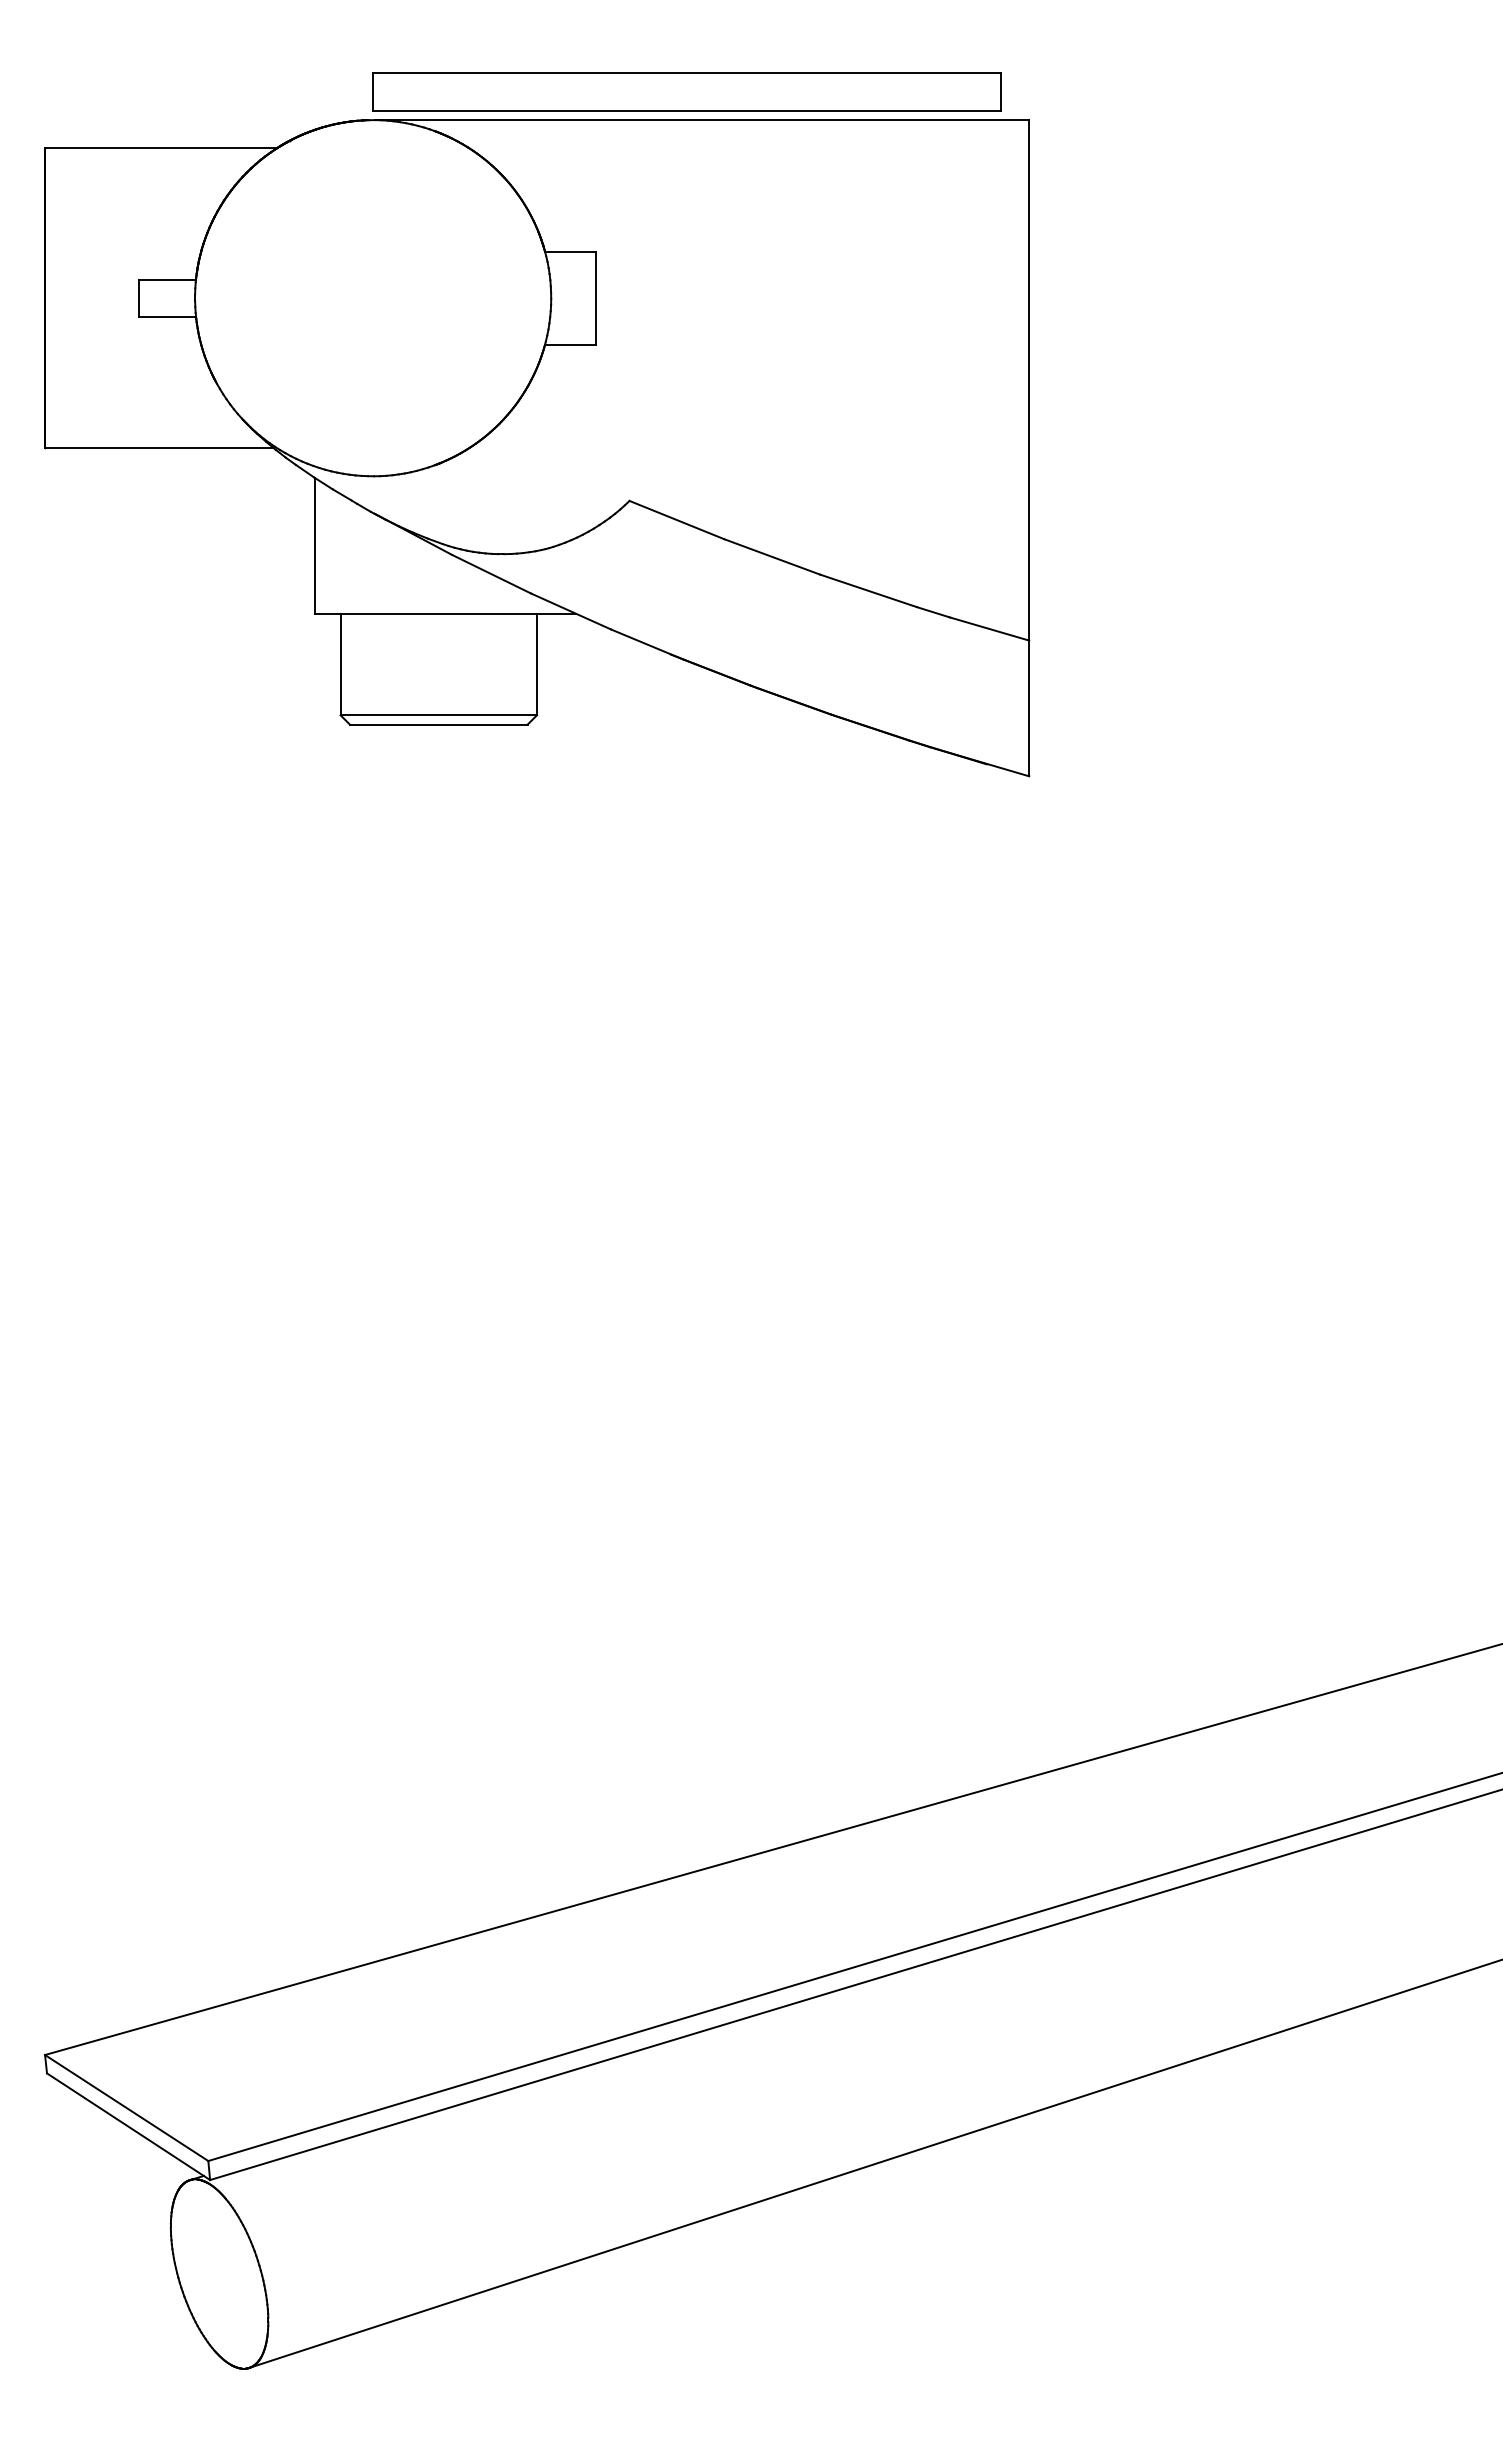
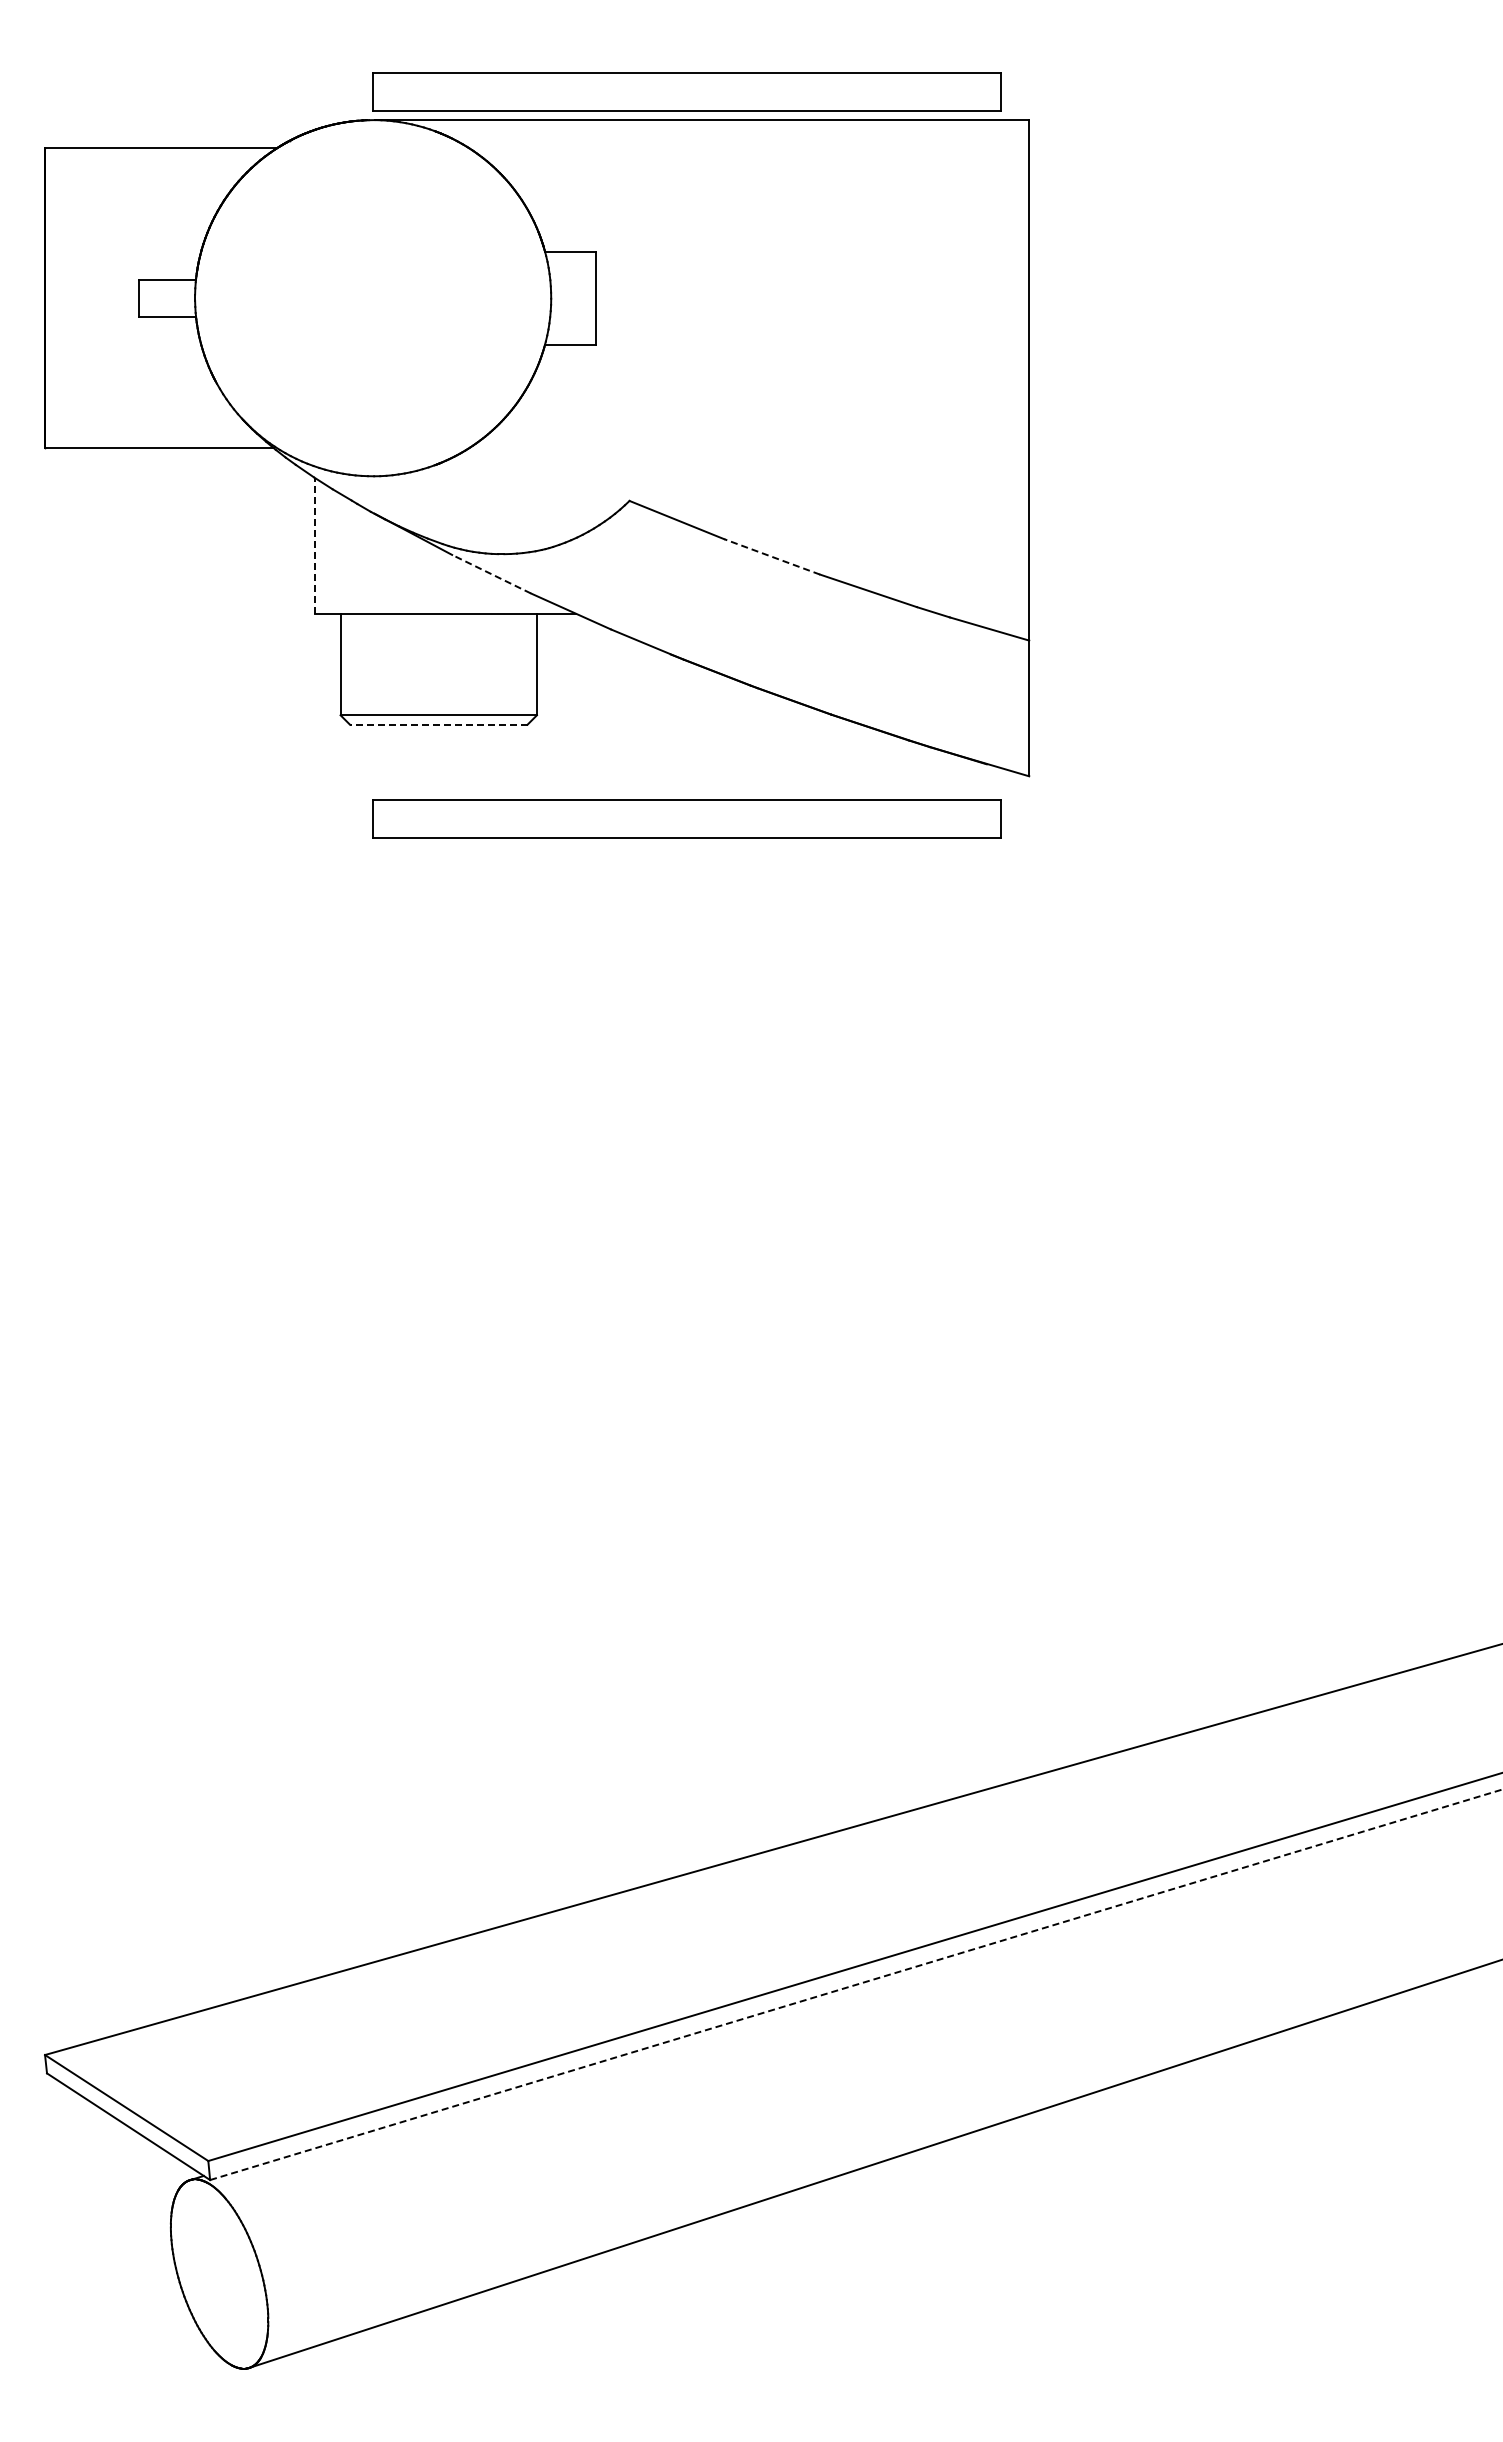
line at (315, 546): solid -> dashed
line at (771, 556): solid -> dashed
line at (491, 574): solid -> dashed
line at (438, 724): solid -> dashed
part at (686, 818): none -> present
line at (857, 1984): solid -> dashed
